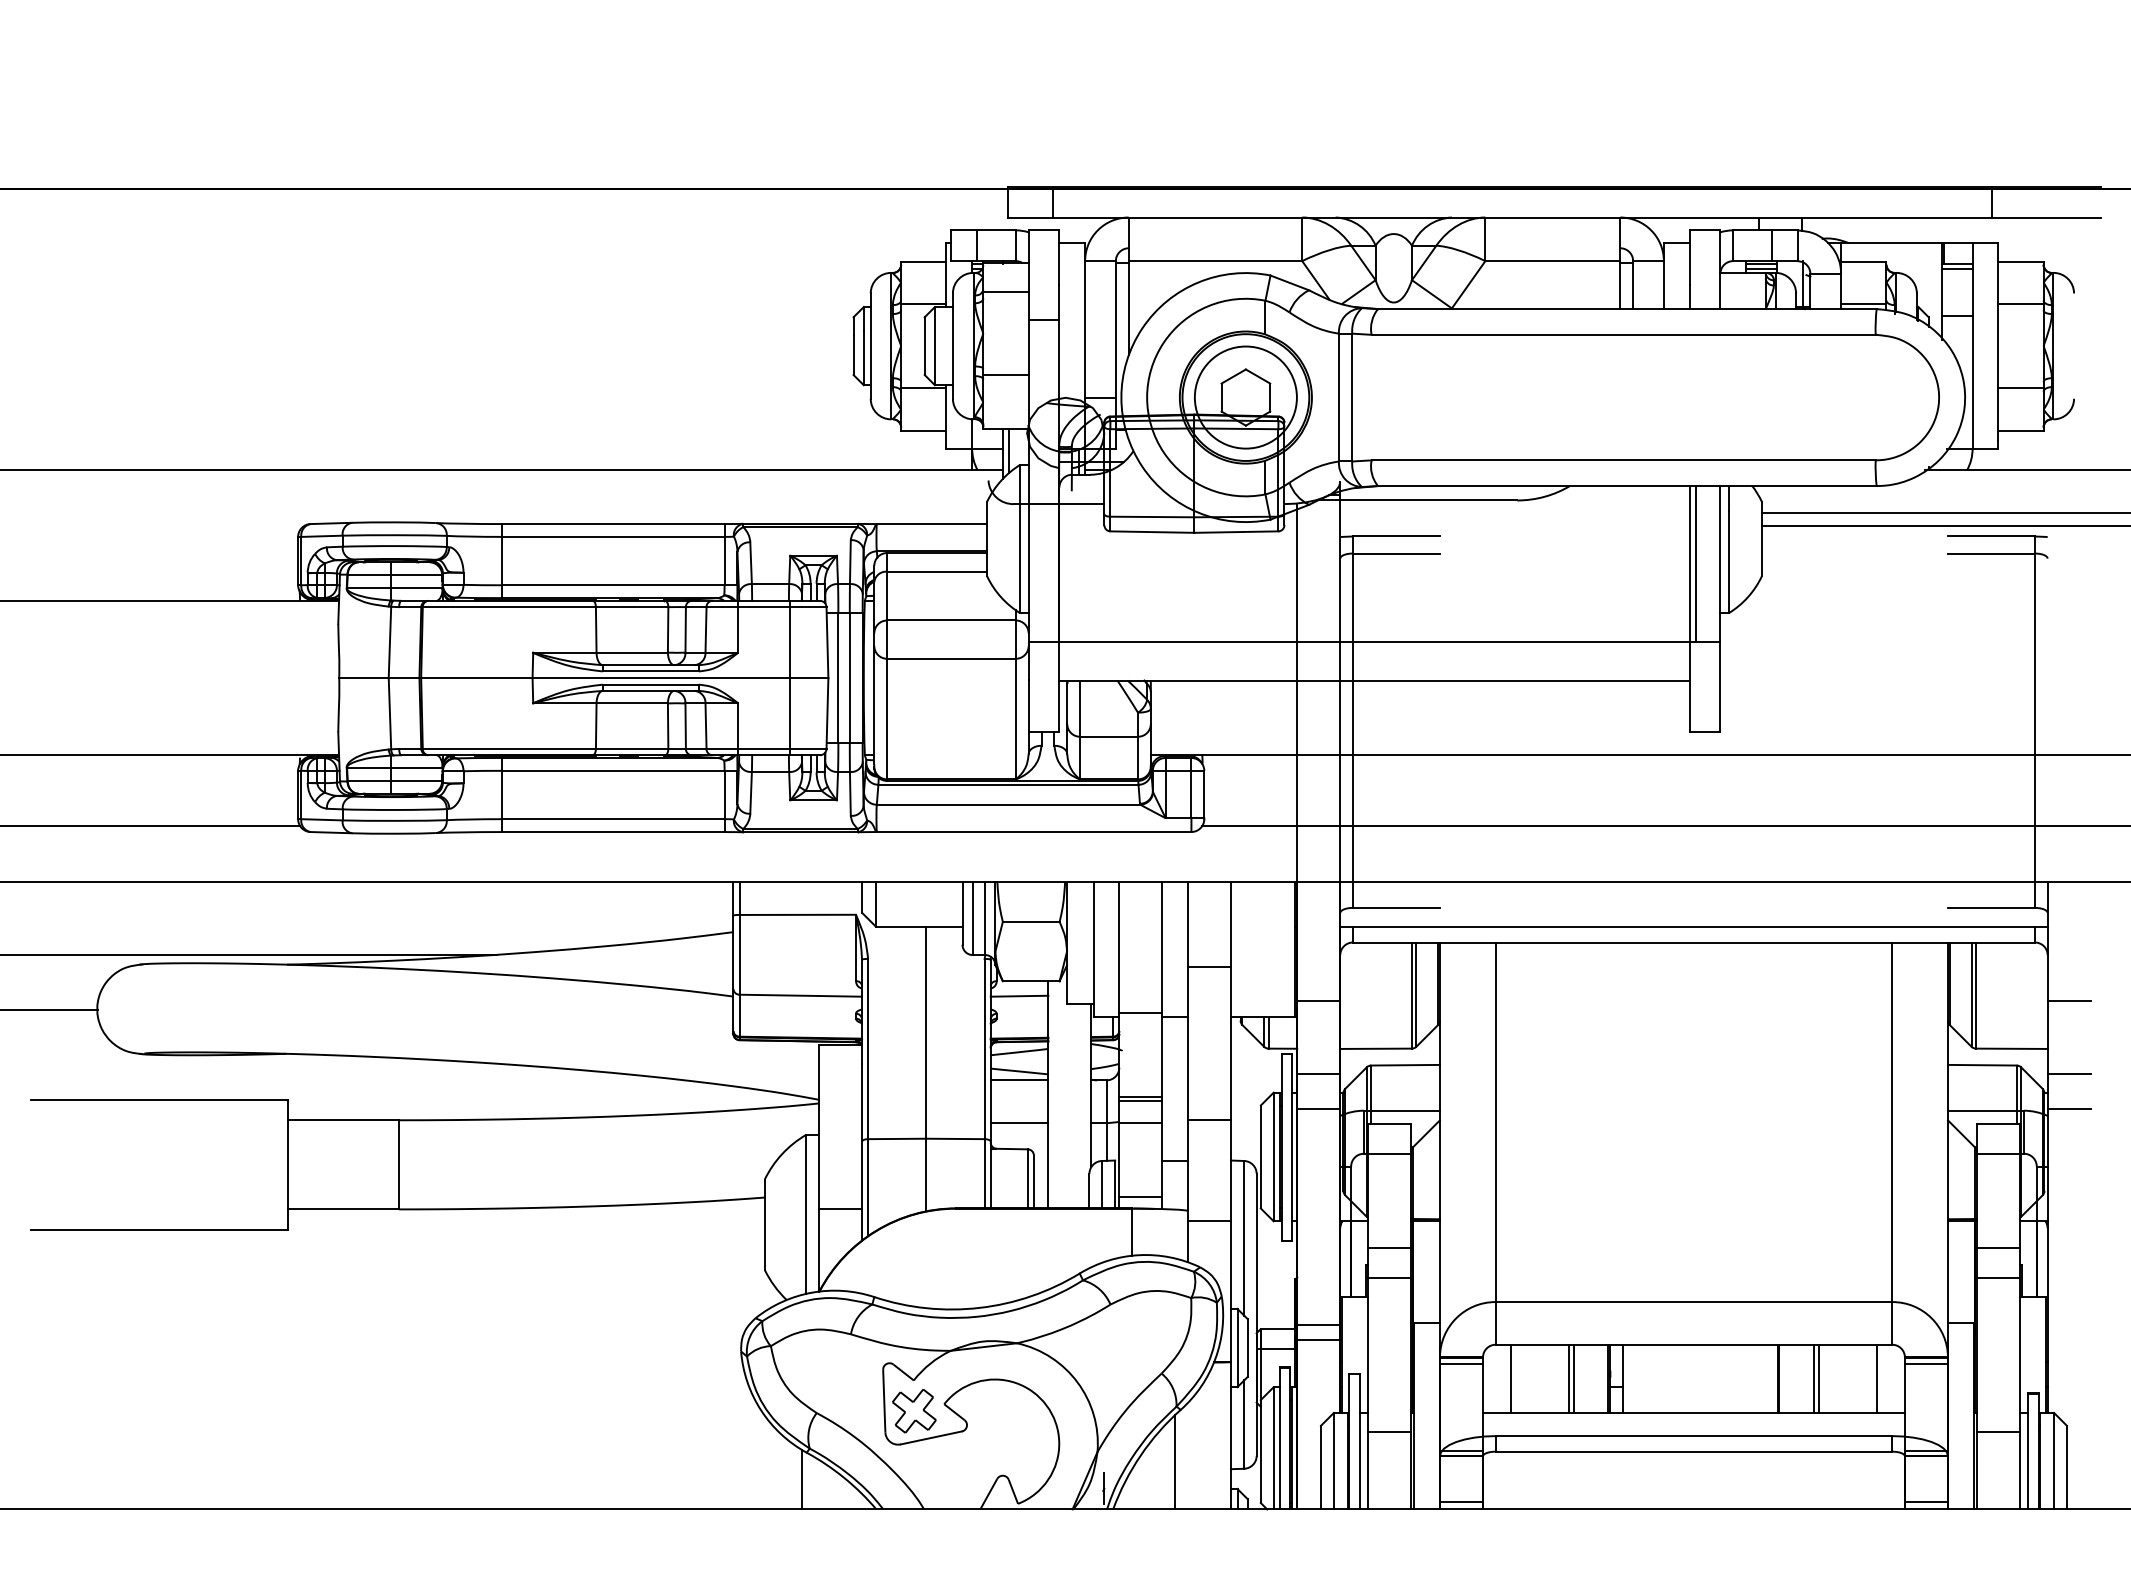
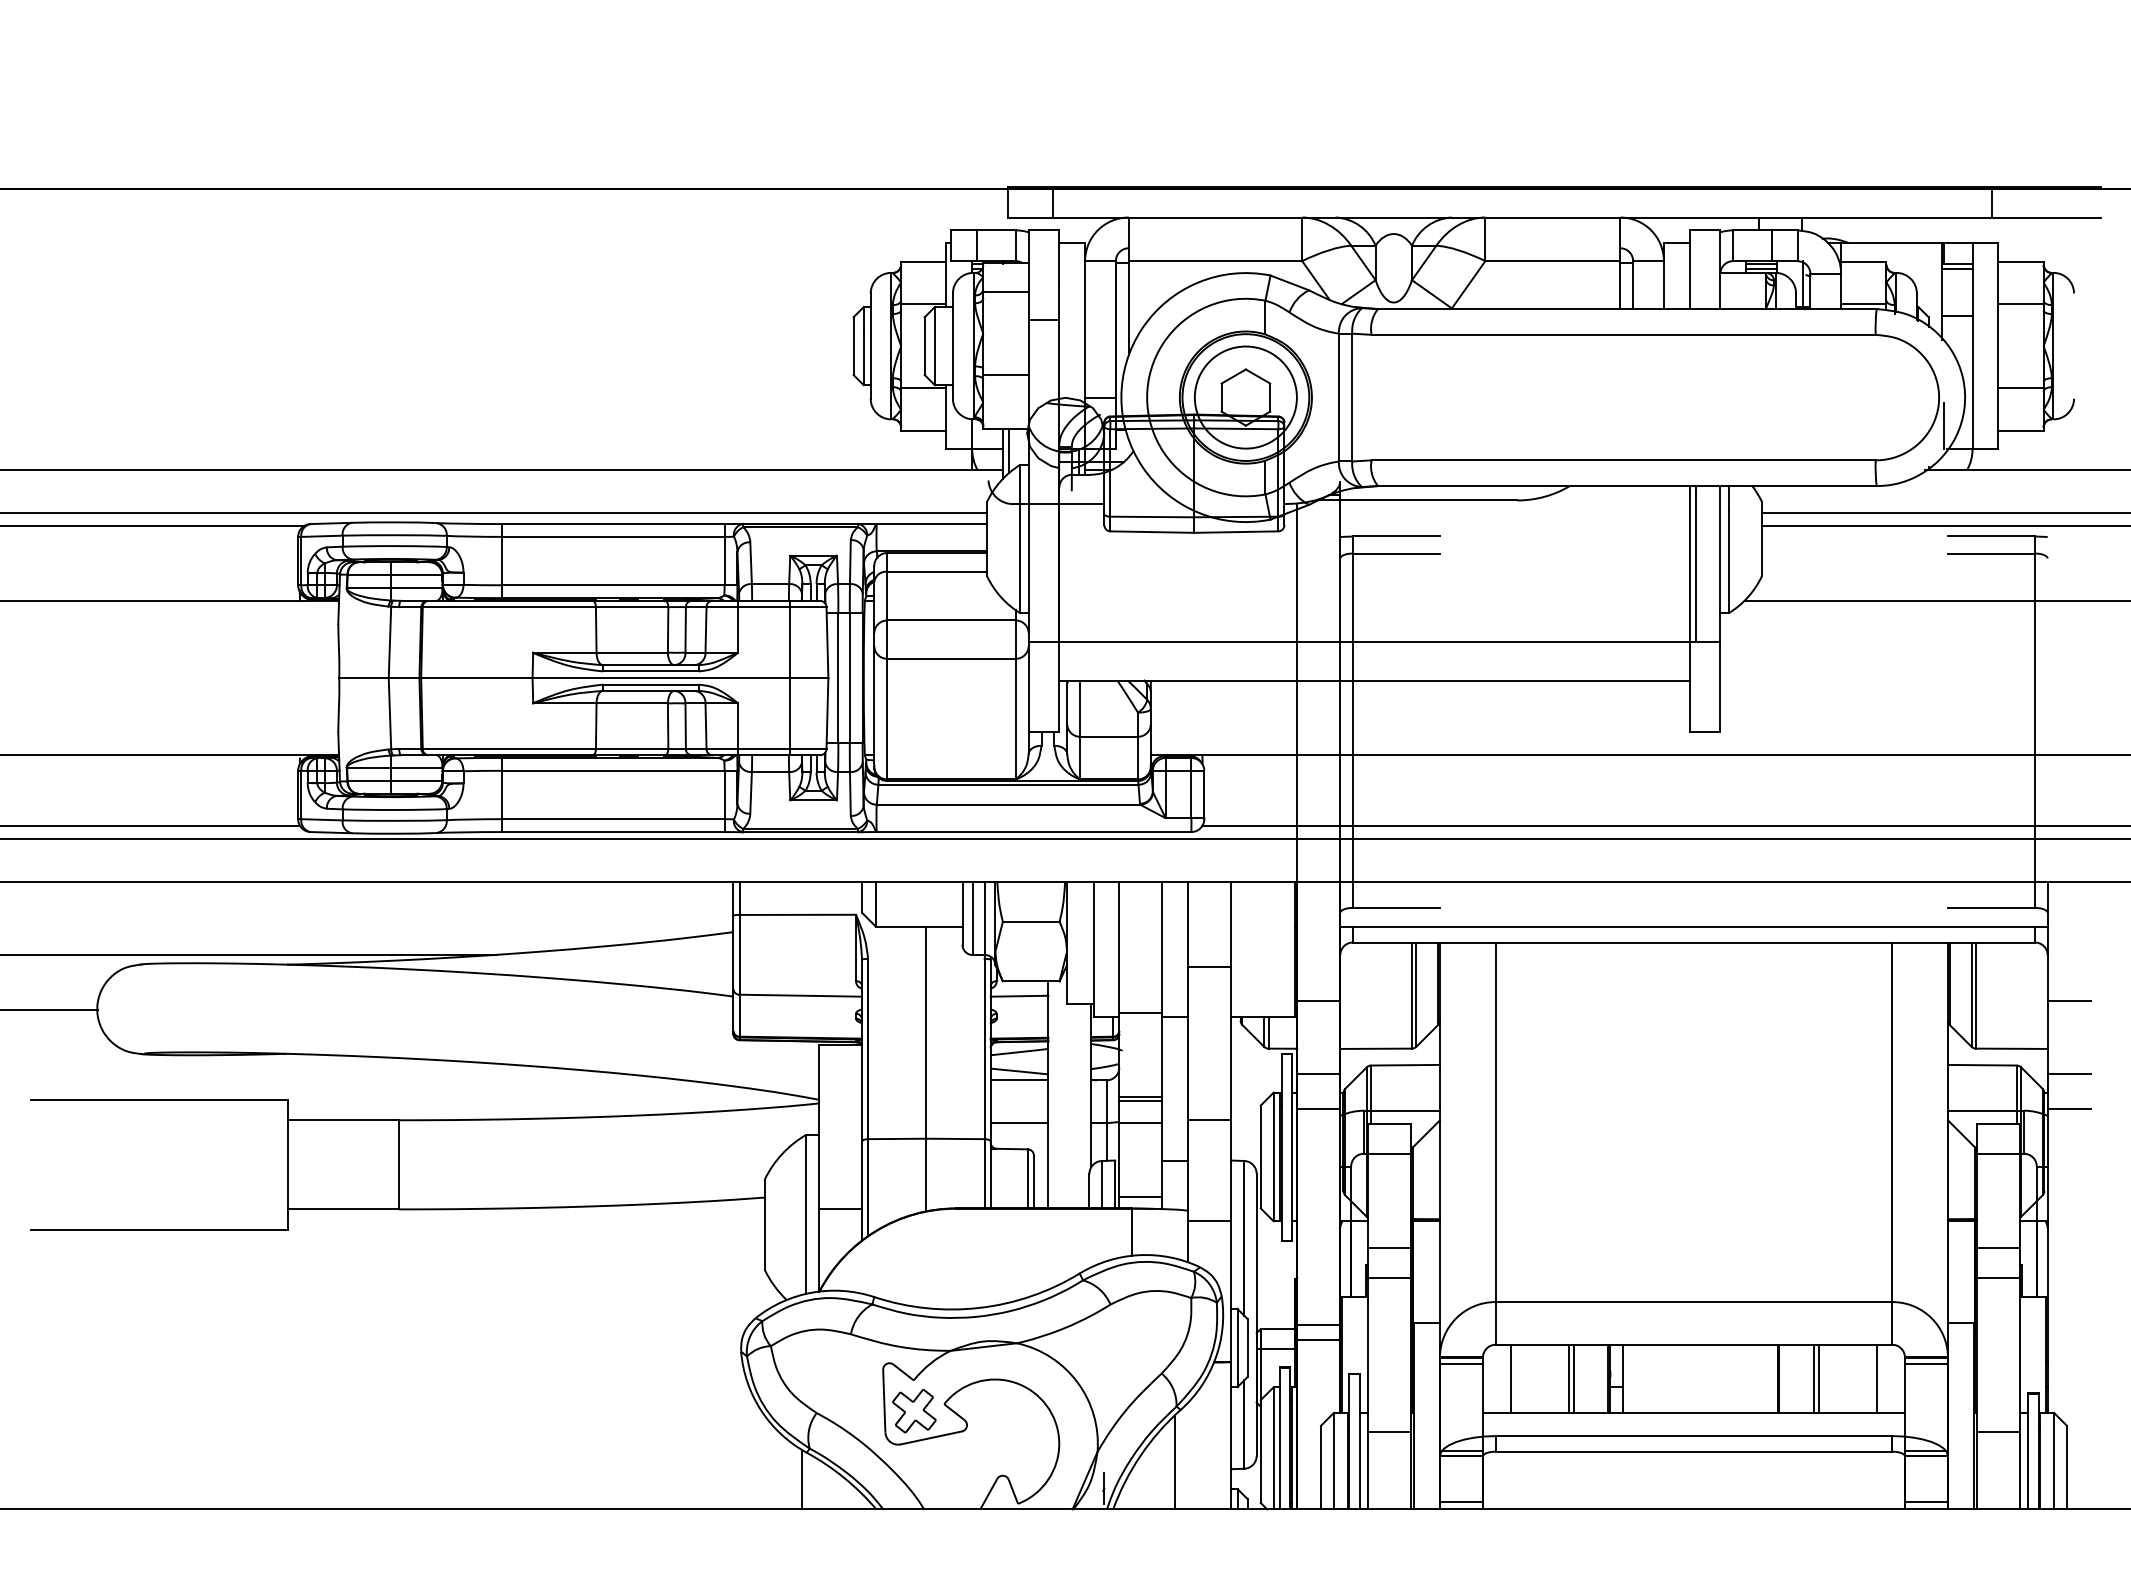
line at (1944, 426): none -> present
line at (494, 513): none -> present
line at (153, 526): none -> present
line at (1935, 600): none -> present
line at (1064, 838): none -> present
